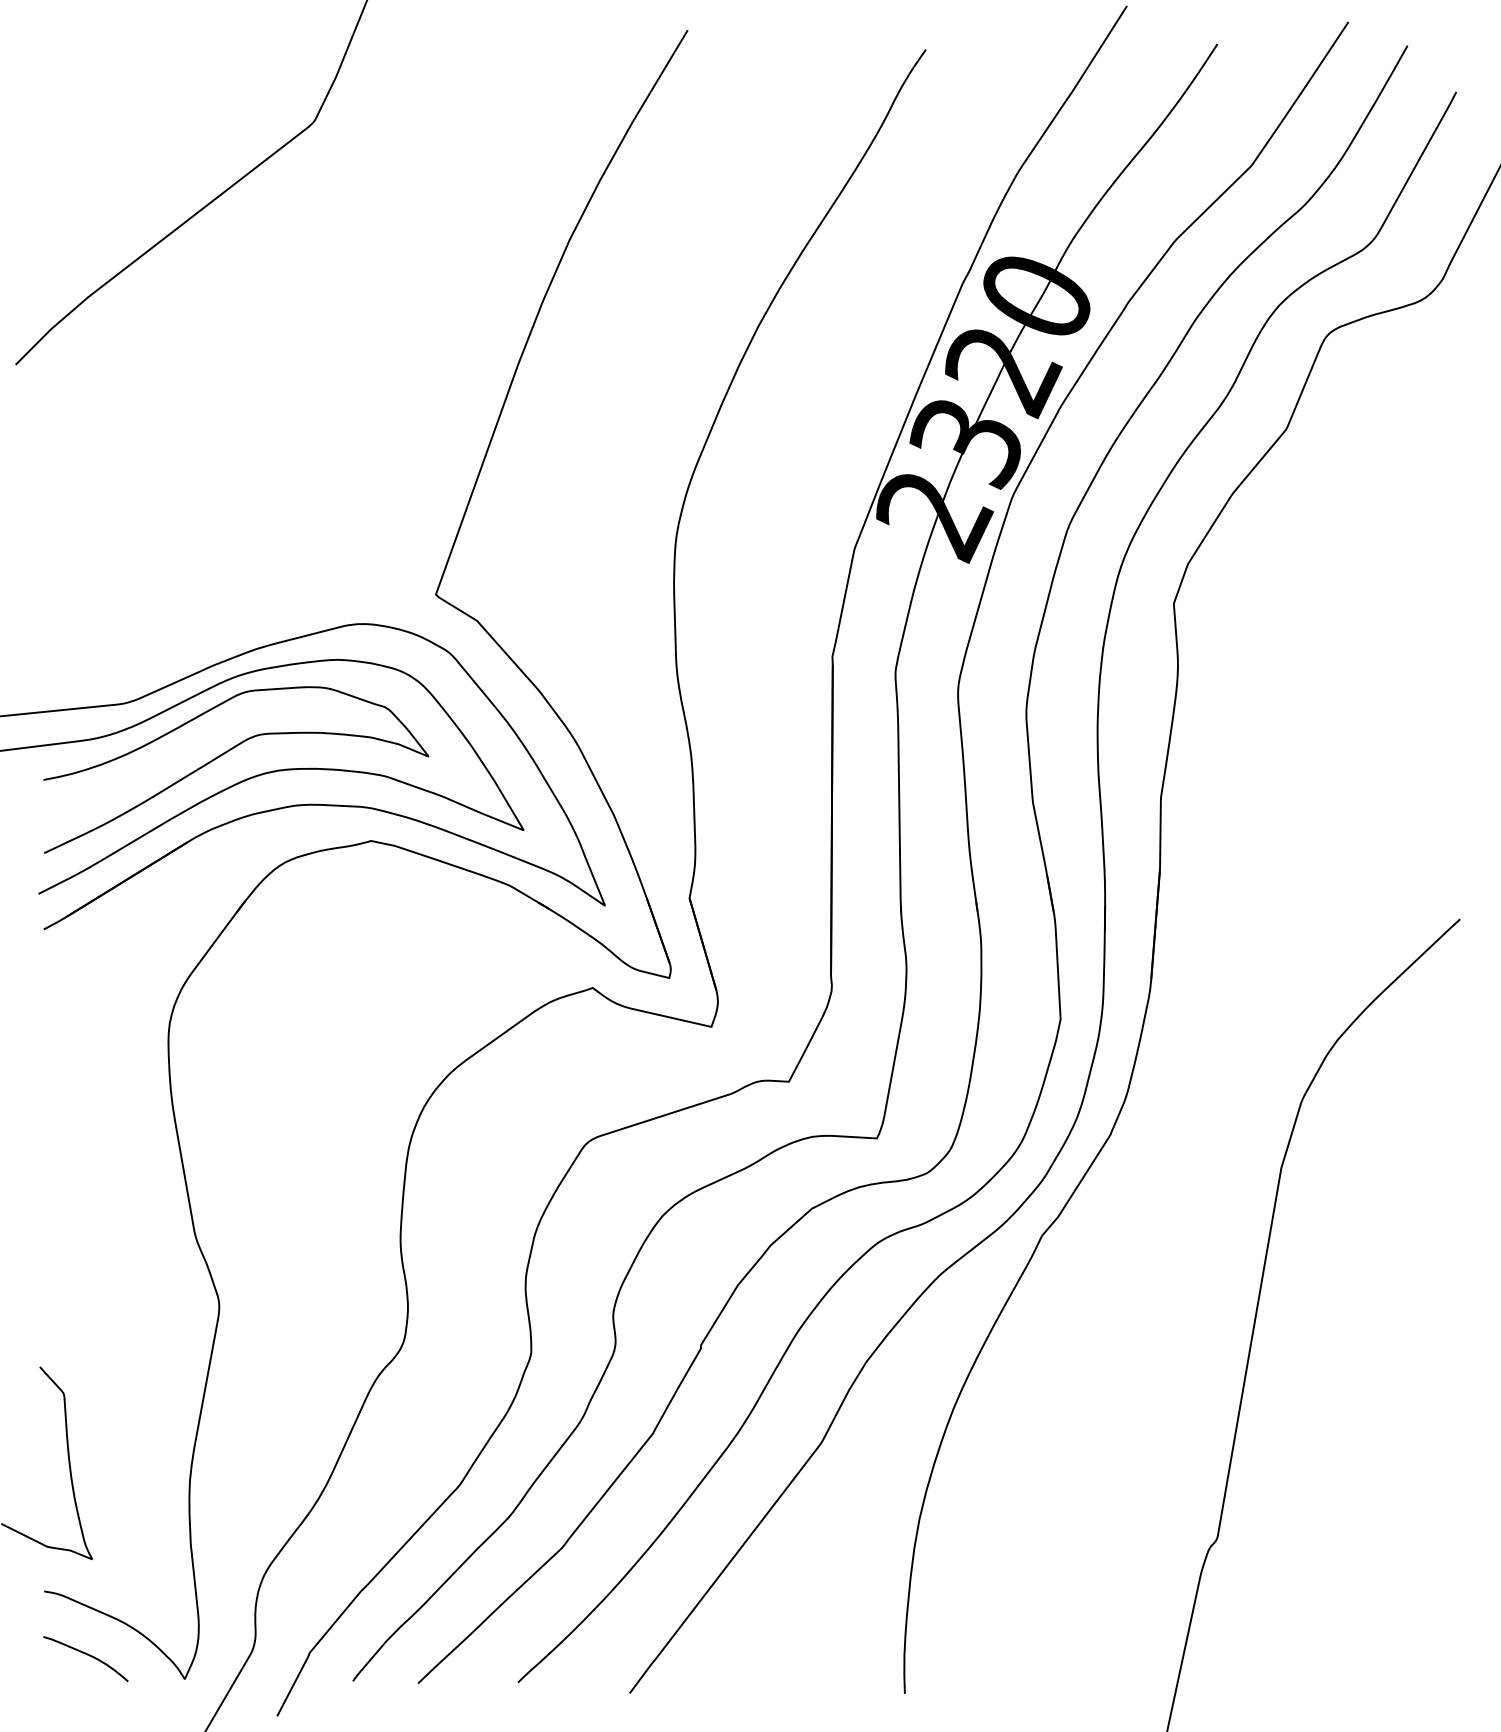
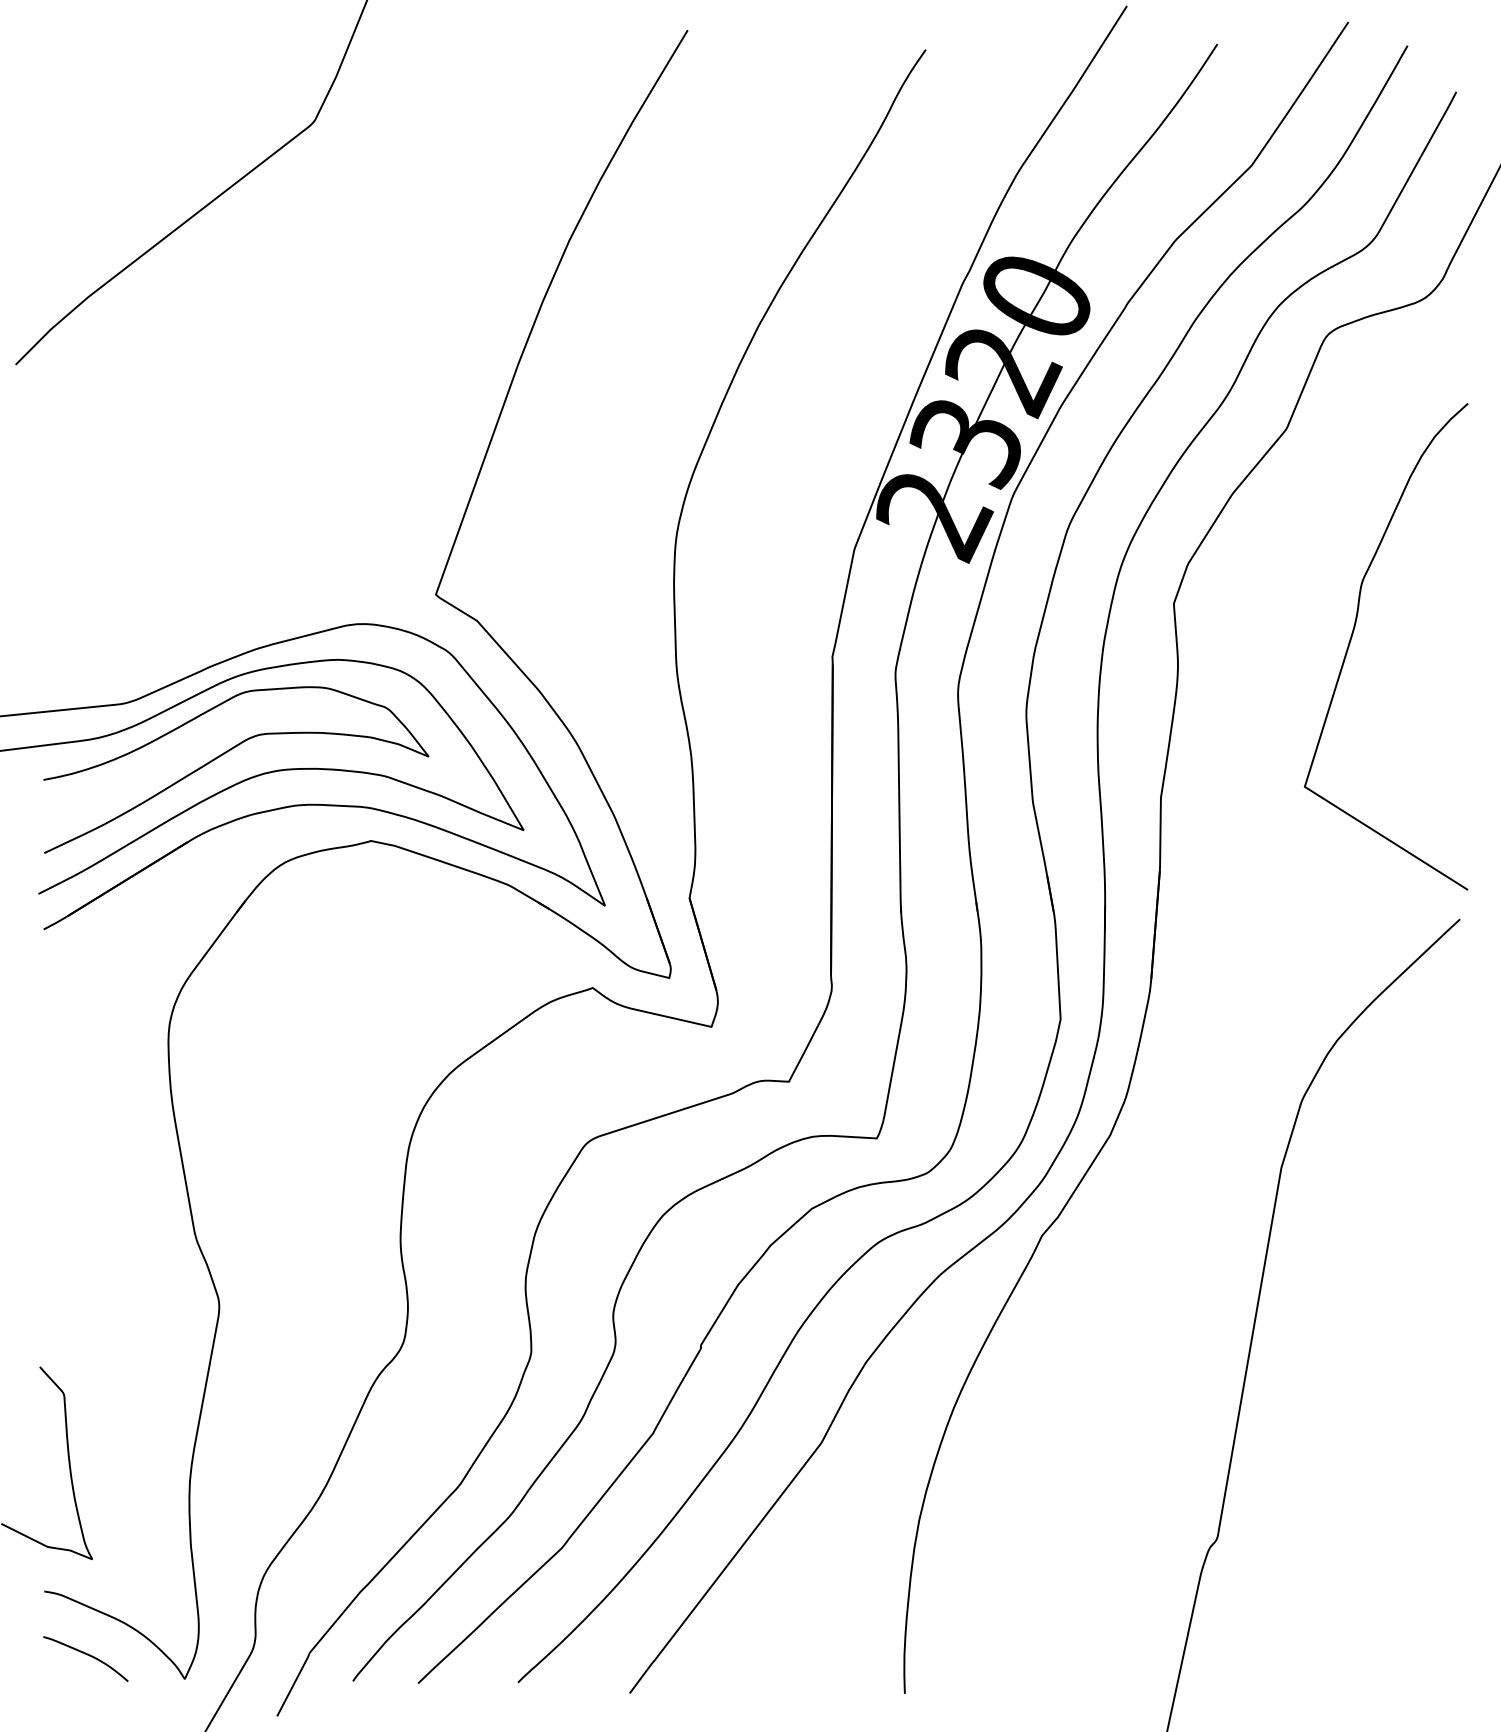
curve at (1353, 634): none -> present
